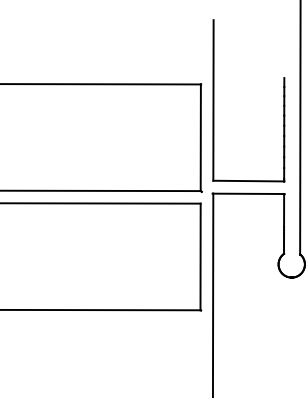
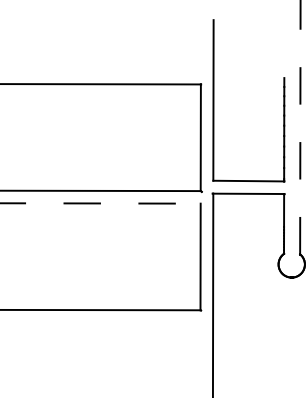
line at (300, 127): solid -> dashed
line at (100, 203): solid -> dashed
